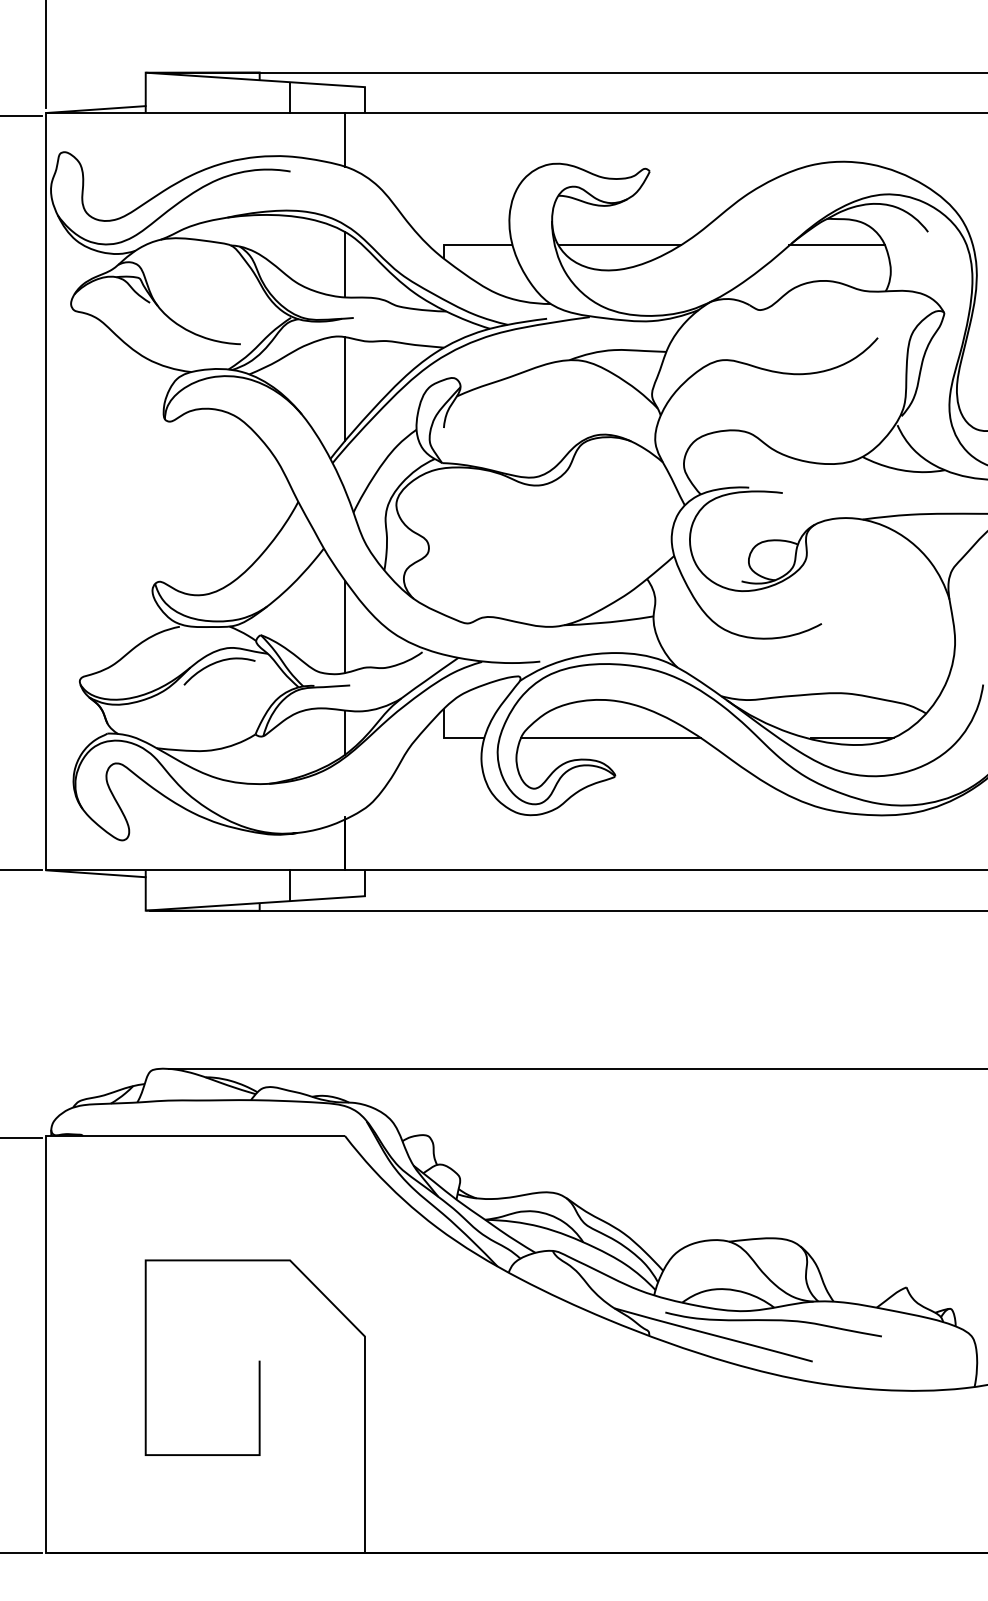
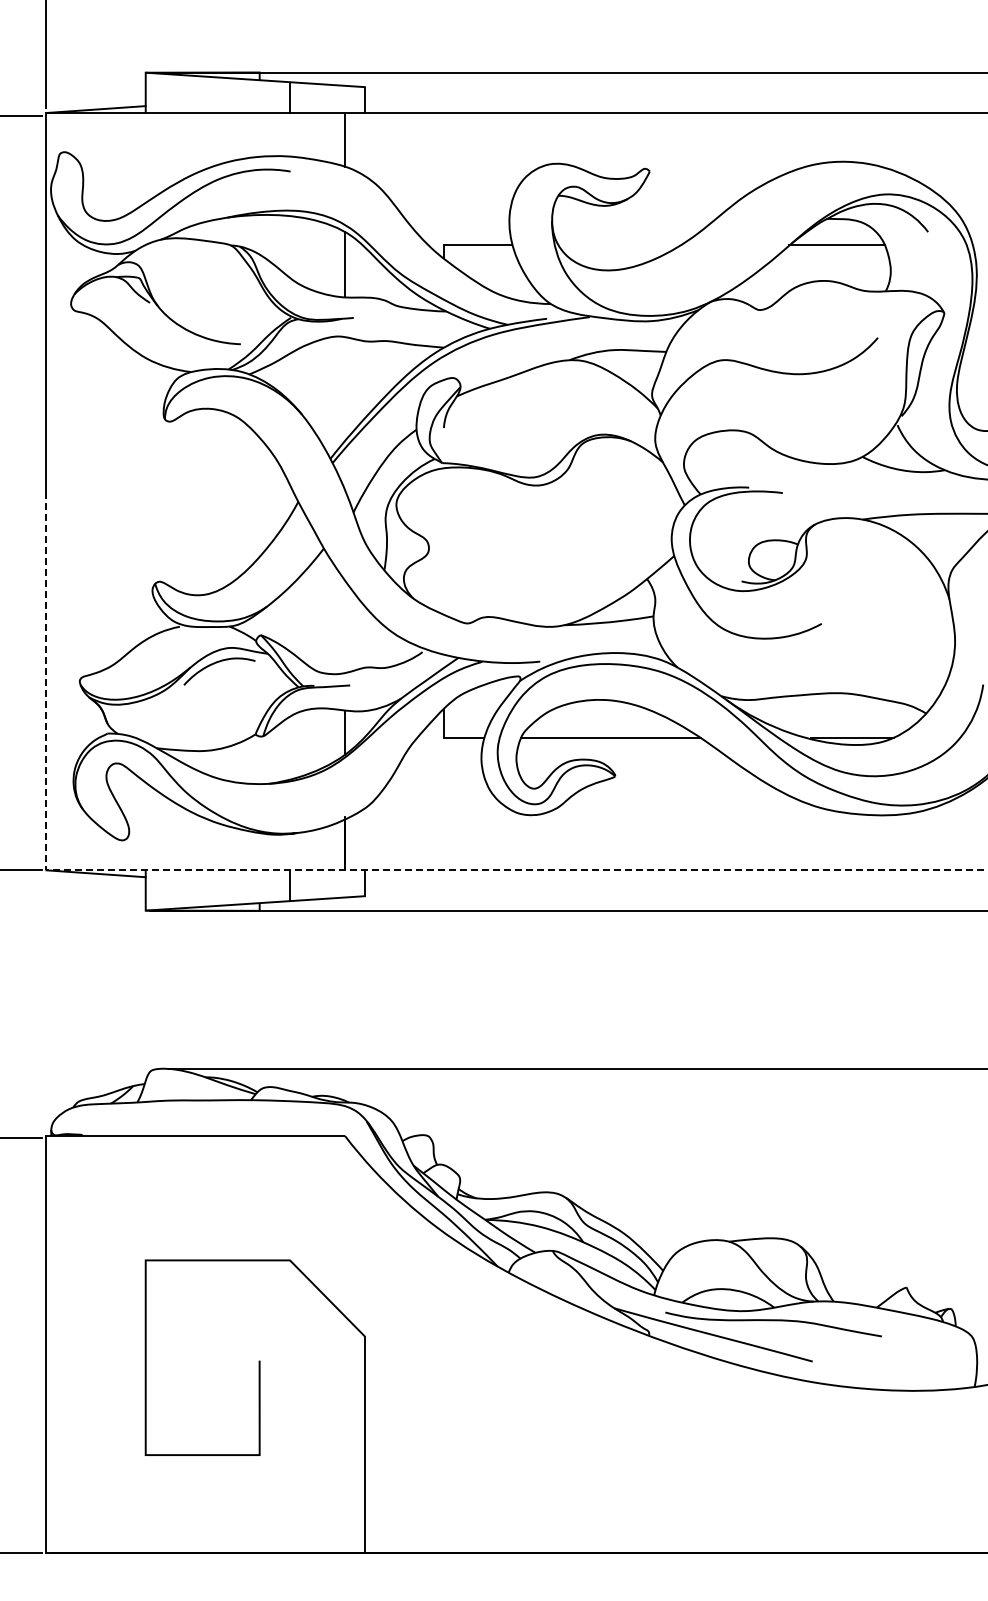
line at (619, 245): present -> none
line at (345, 388): present -> none
line at (345, 626): present -> none
line at (327, 870): solid -> dashed
